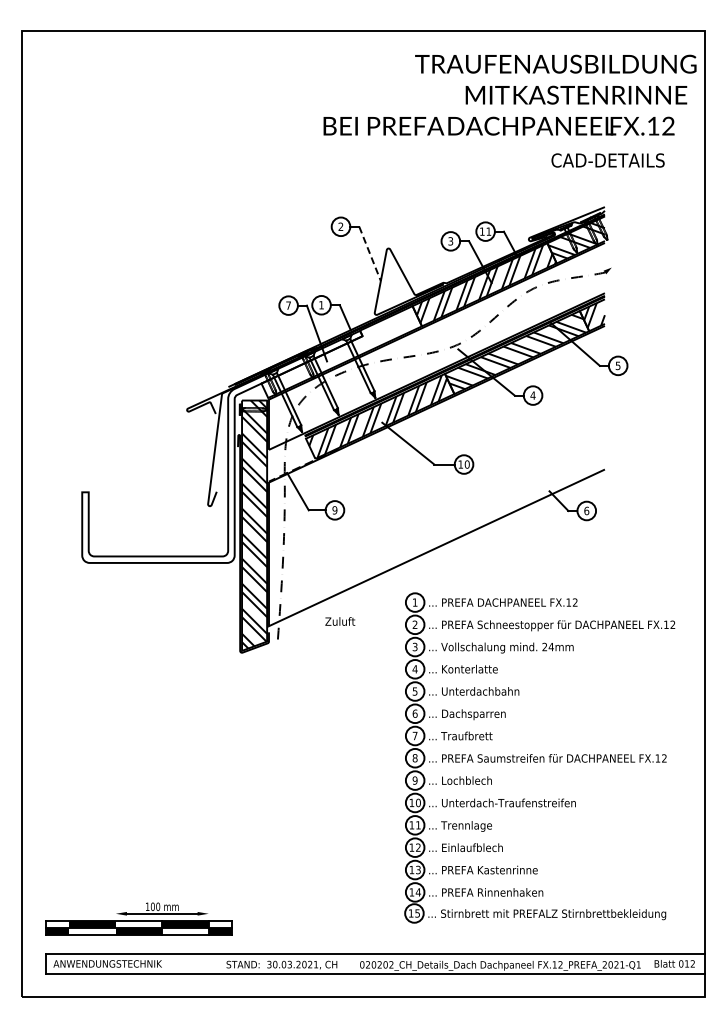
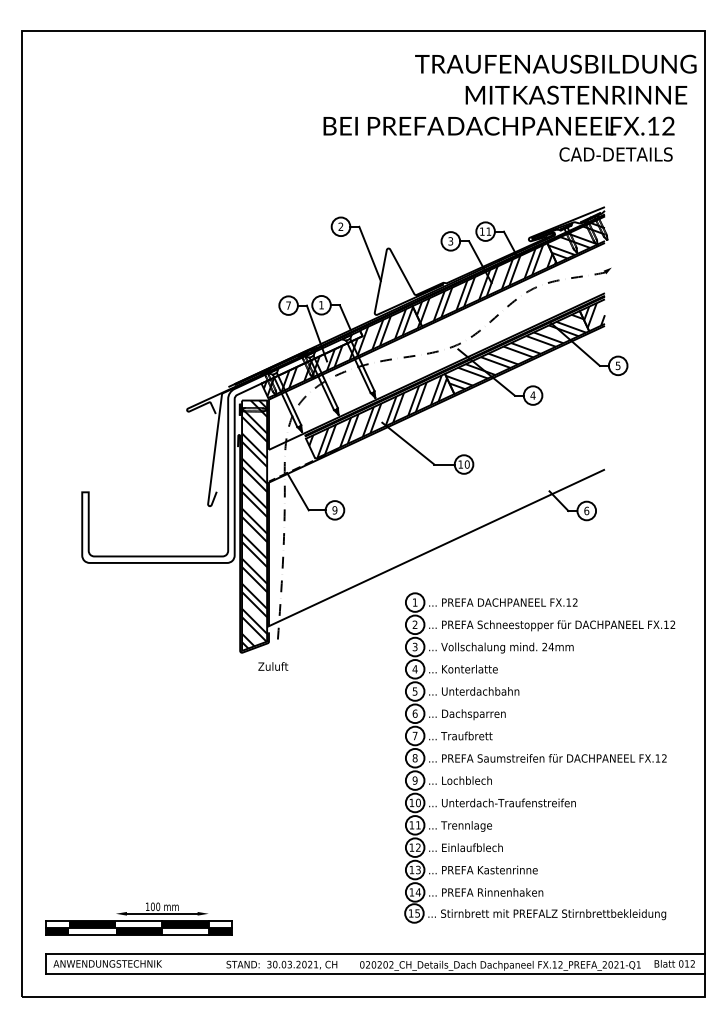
text at (607, 160) position: (607, 160) -> (615, 154)
line at (370, 254): dashed -> solid
hatch at (341, 351): none -> present
text at (340, 621) position: (340, 621) -> (273, 666)
